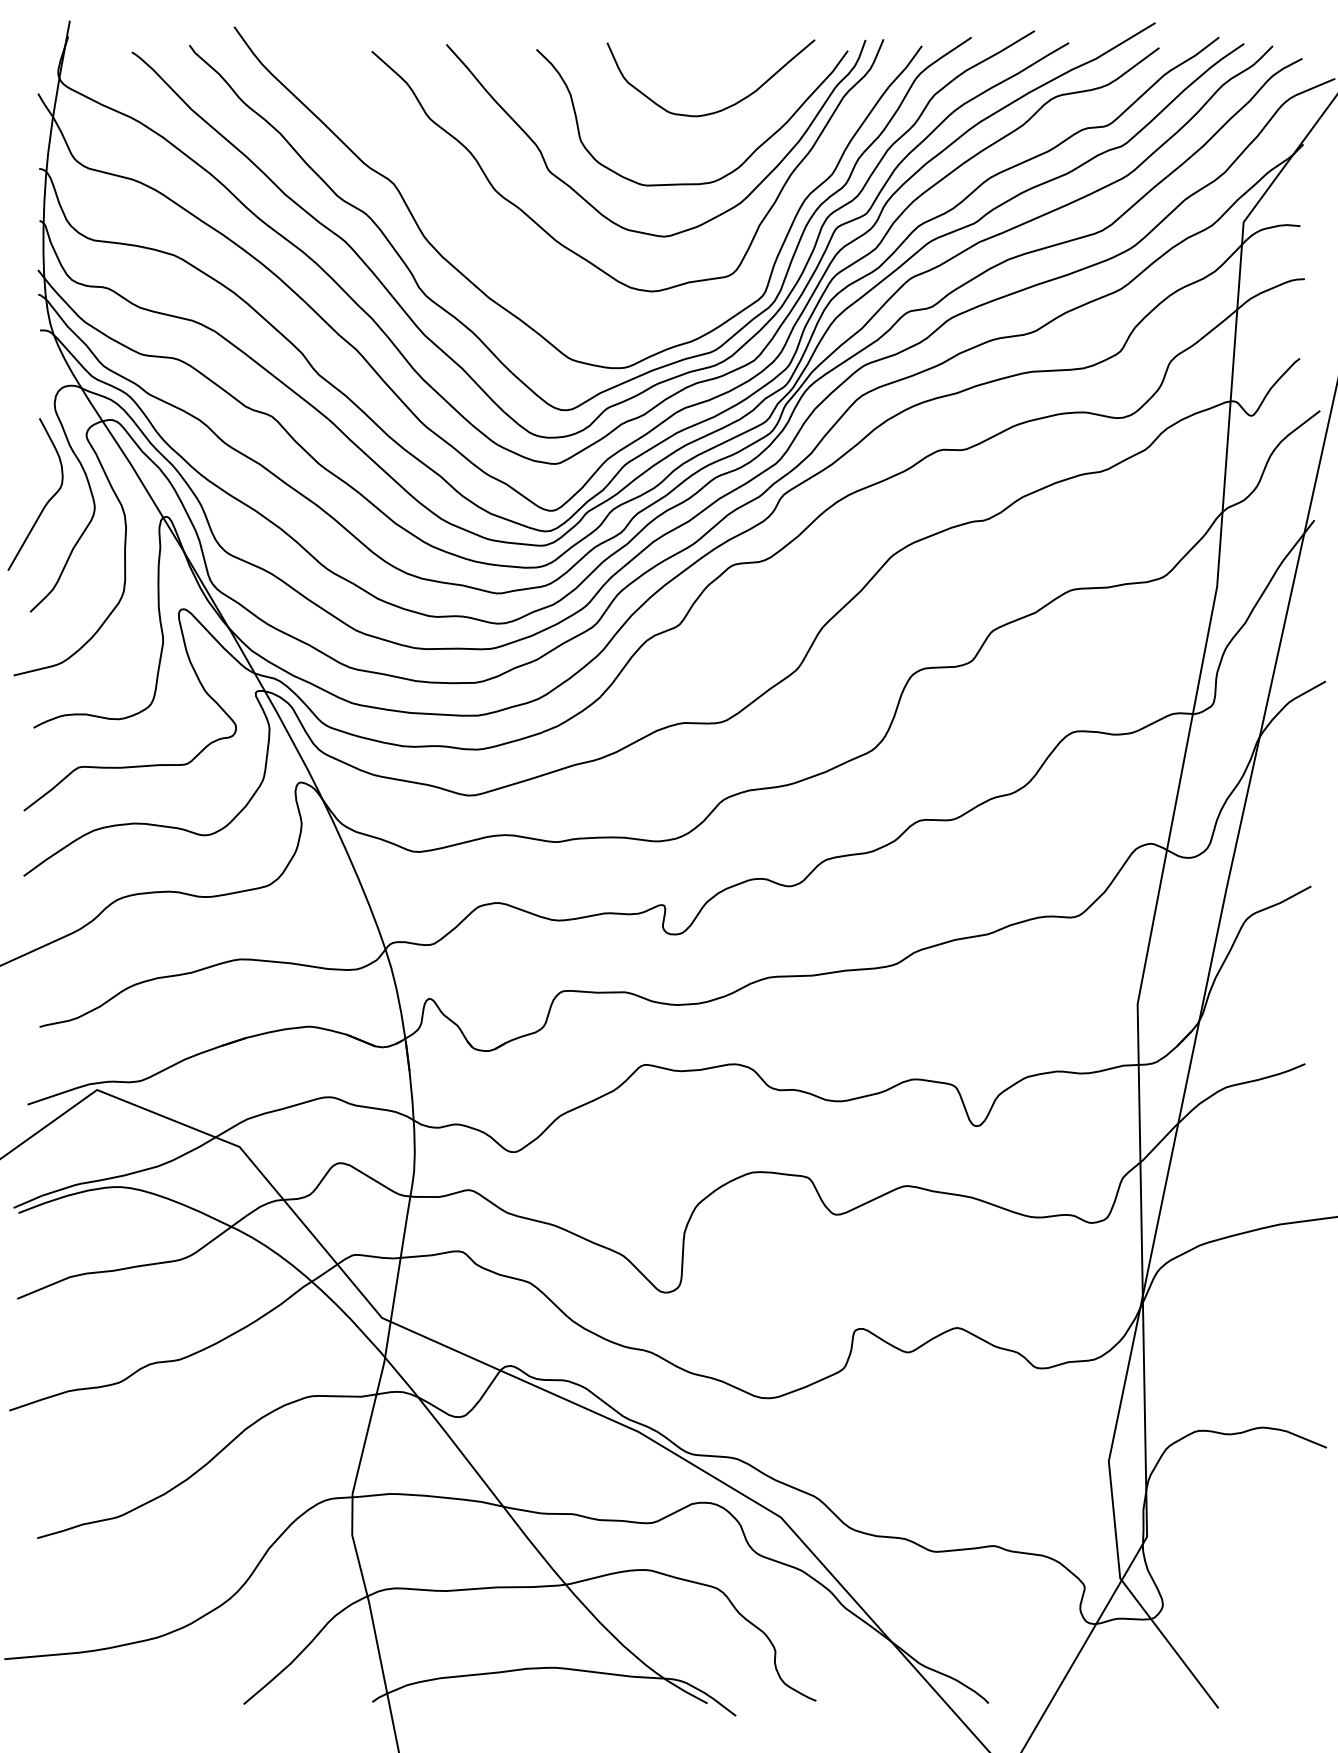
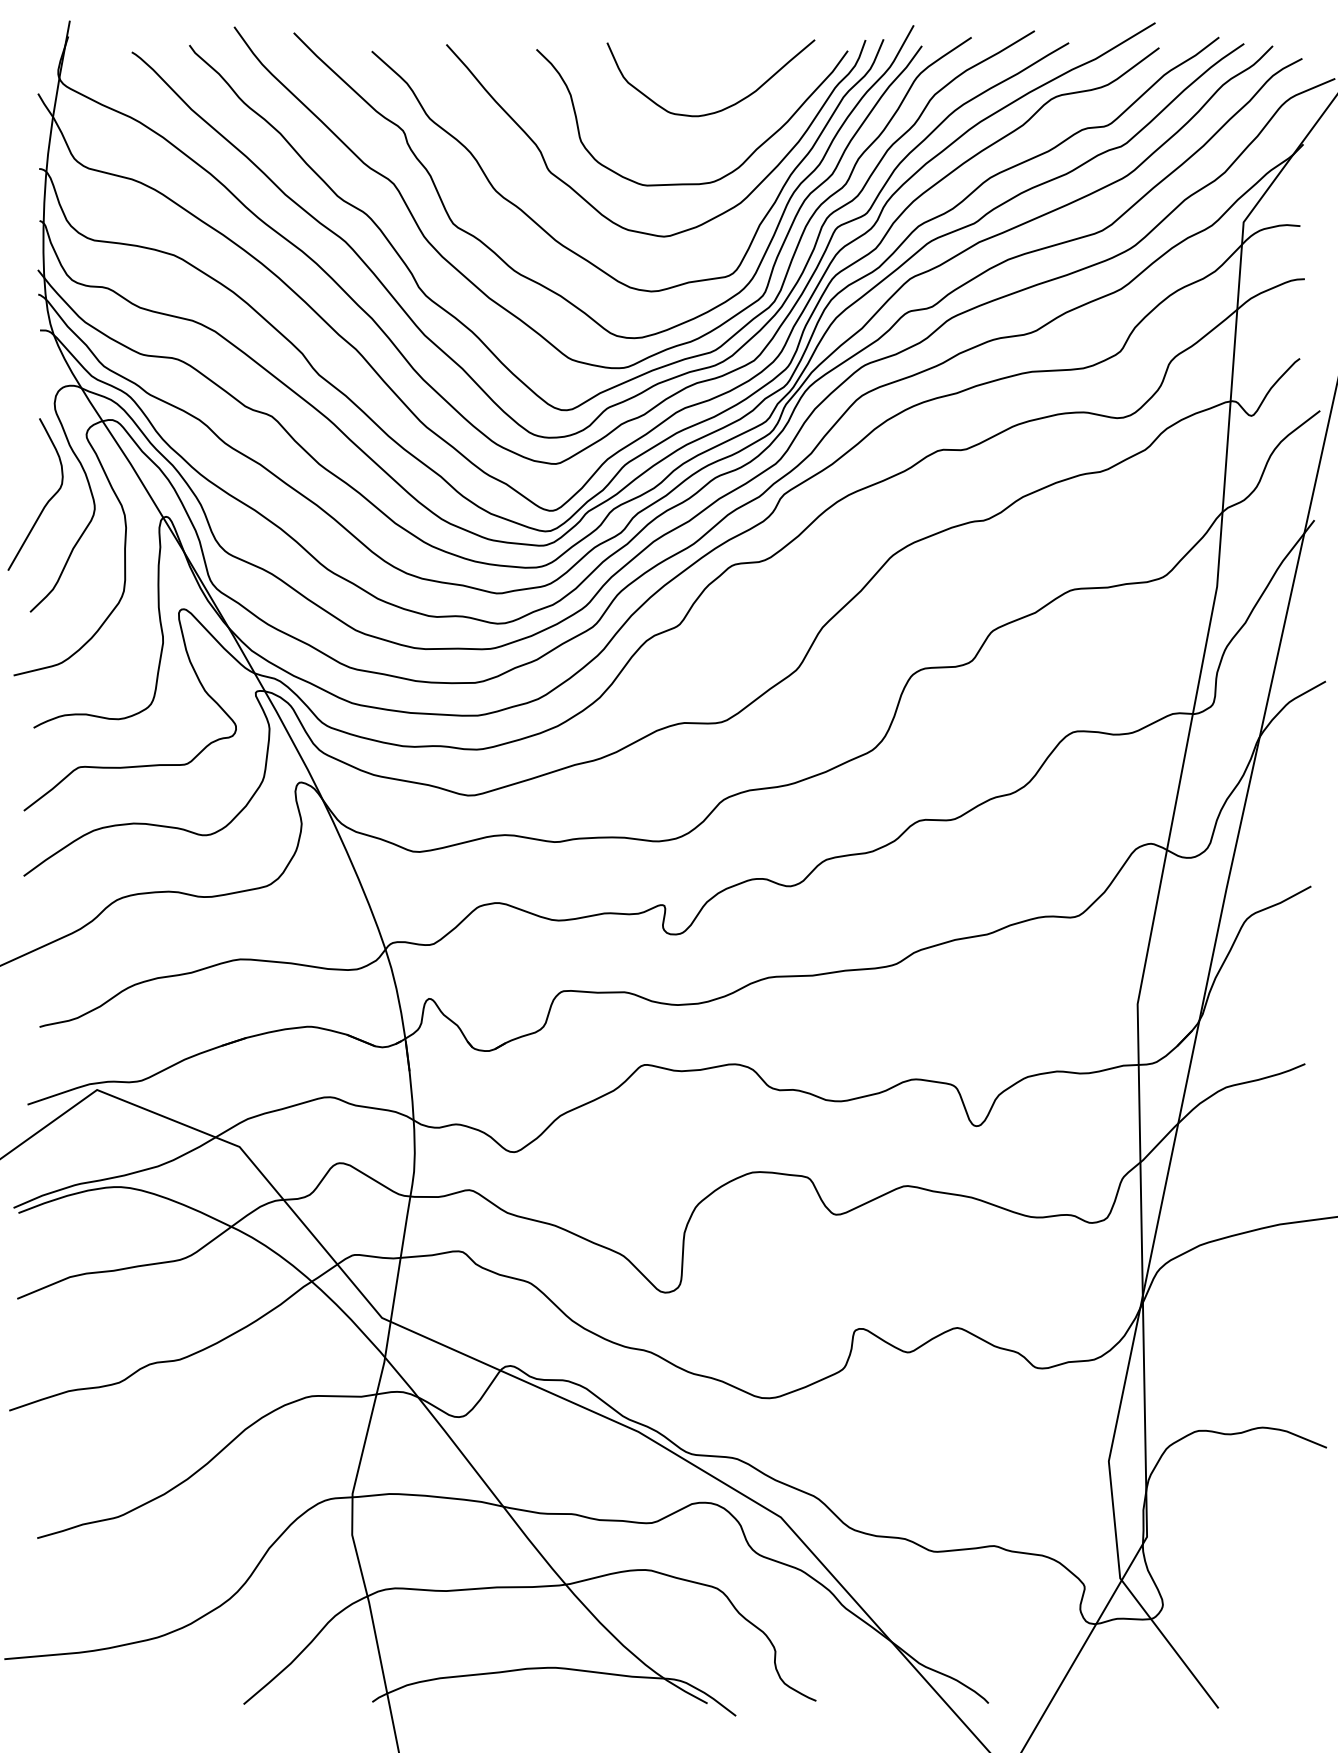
curve at (544, 285): none -> present
